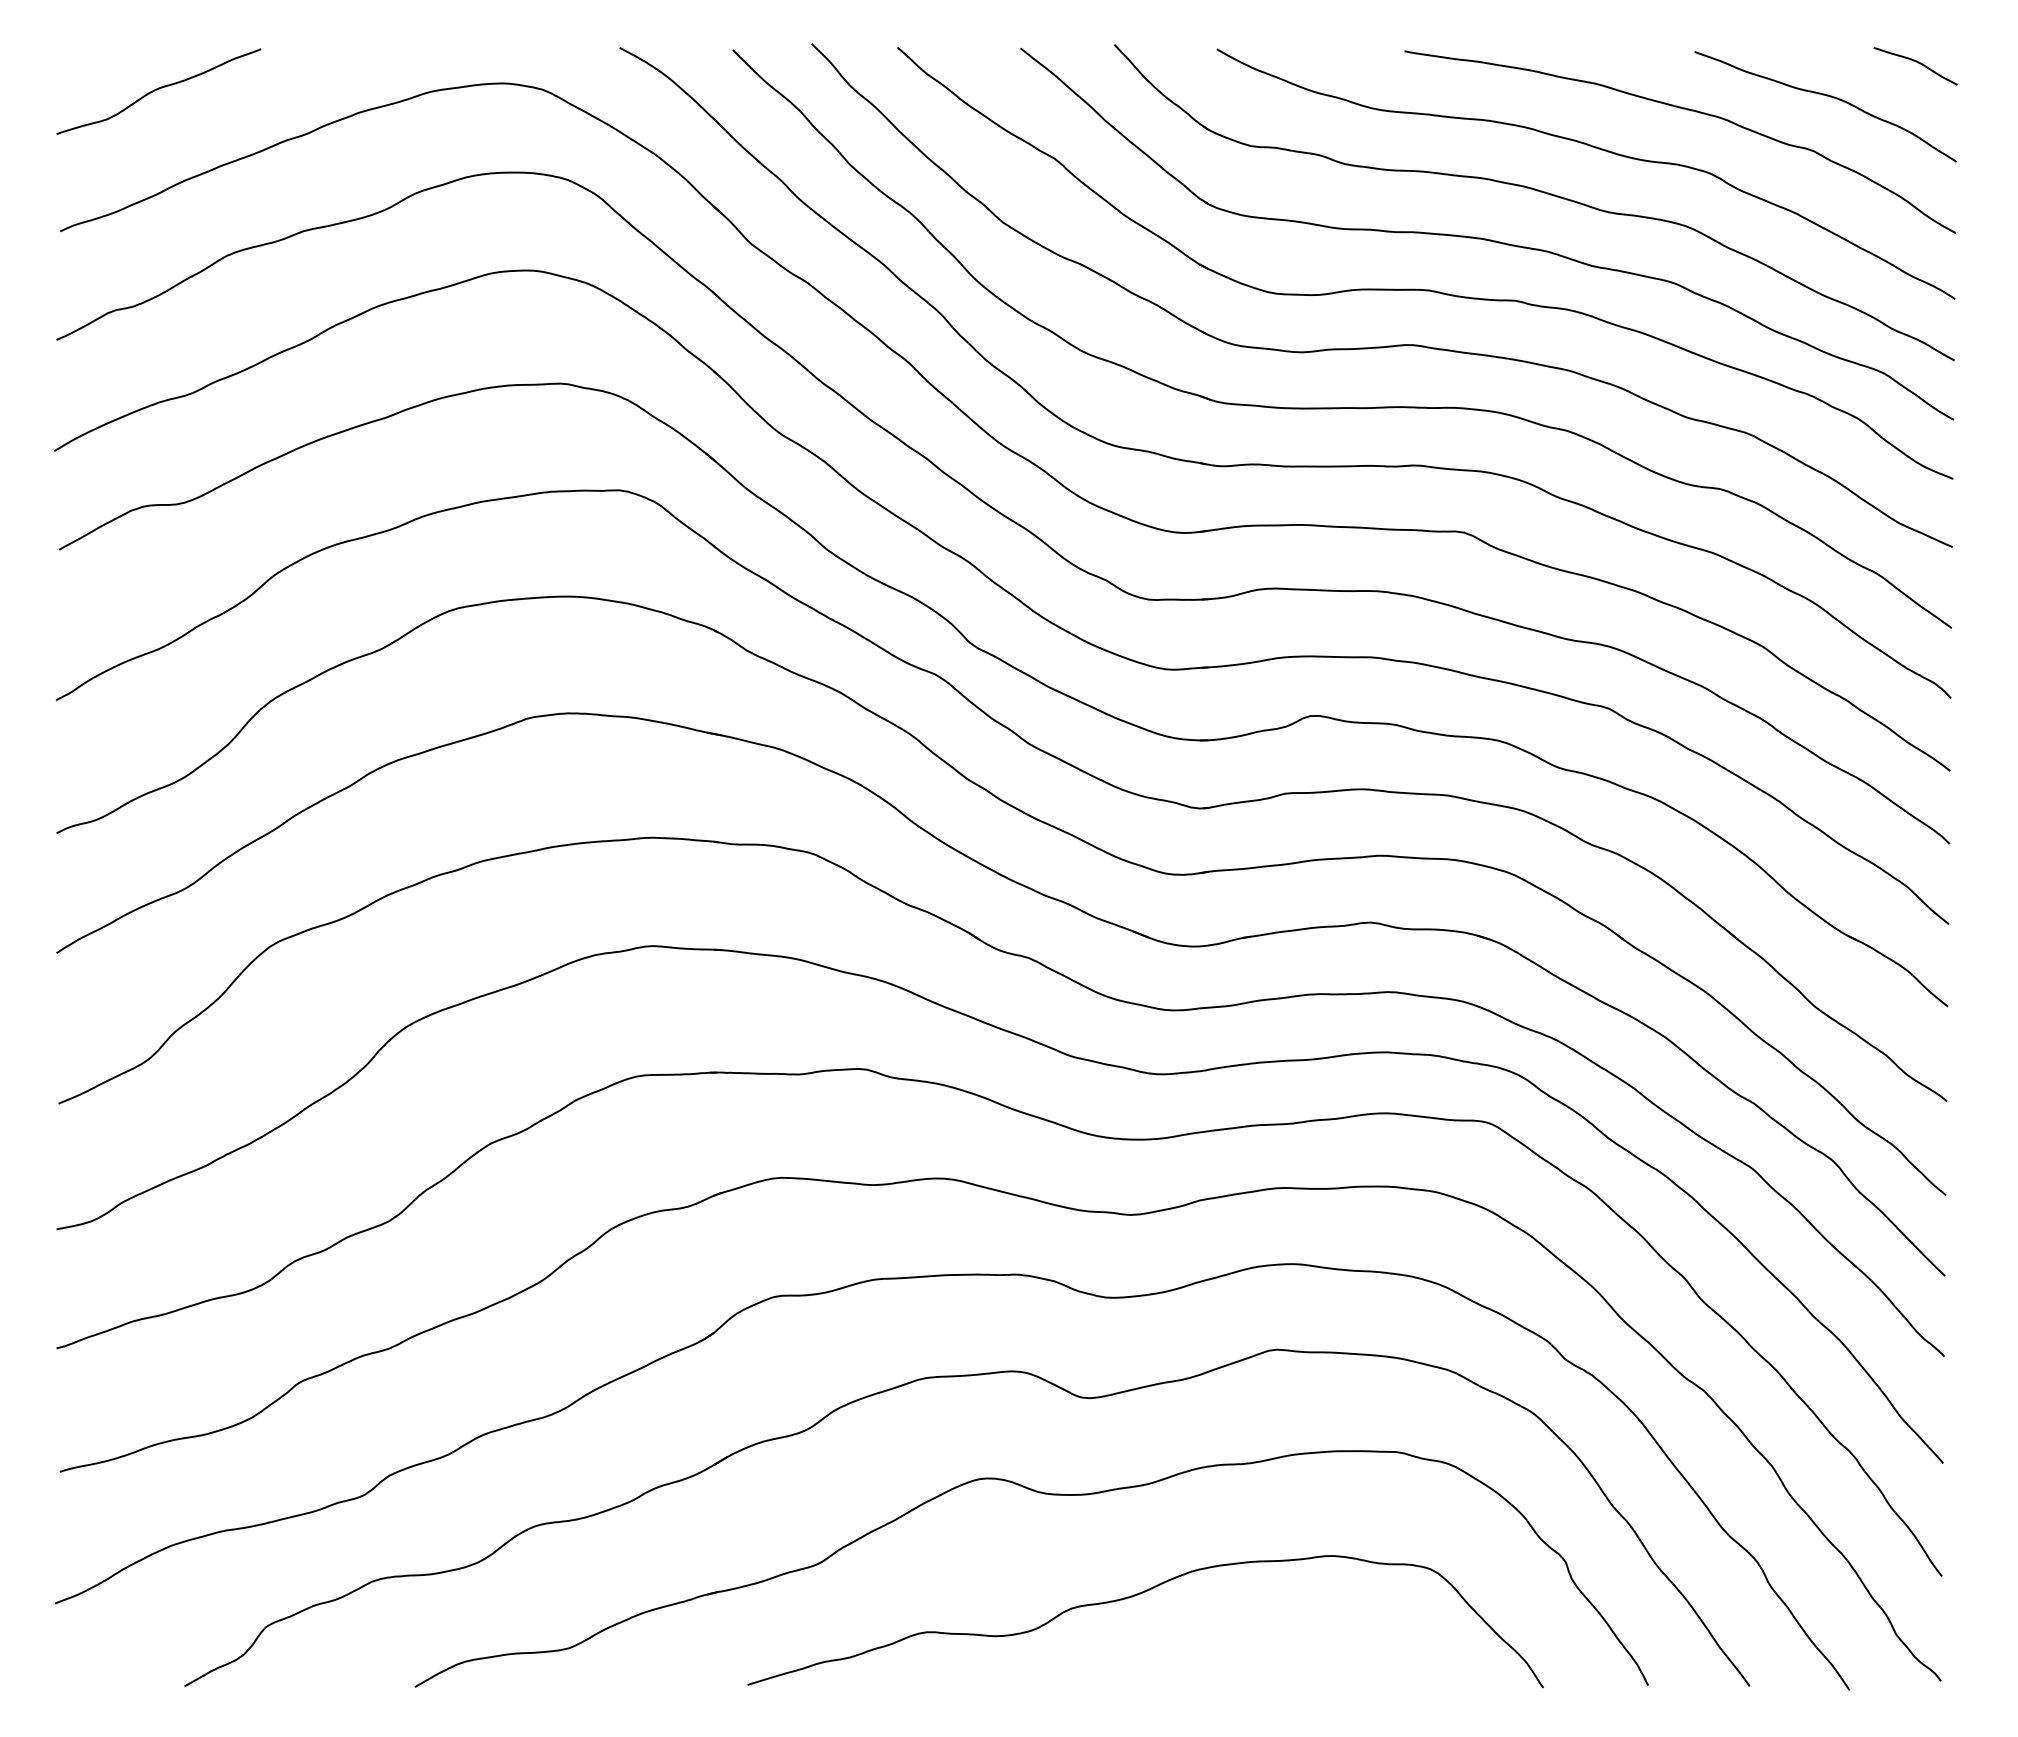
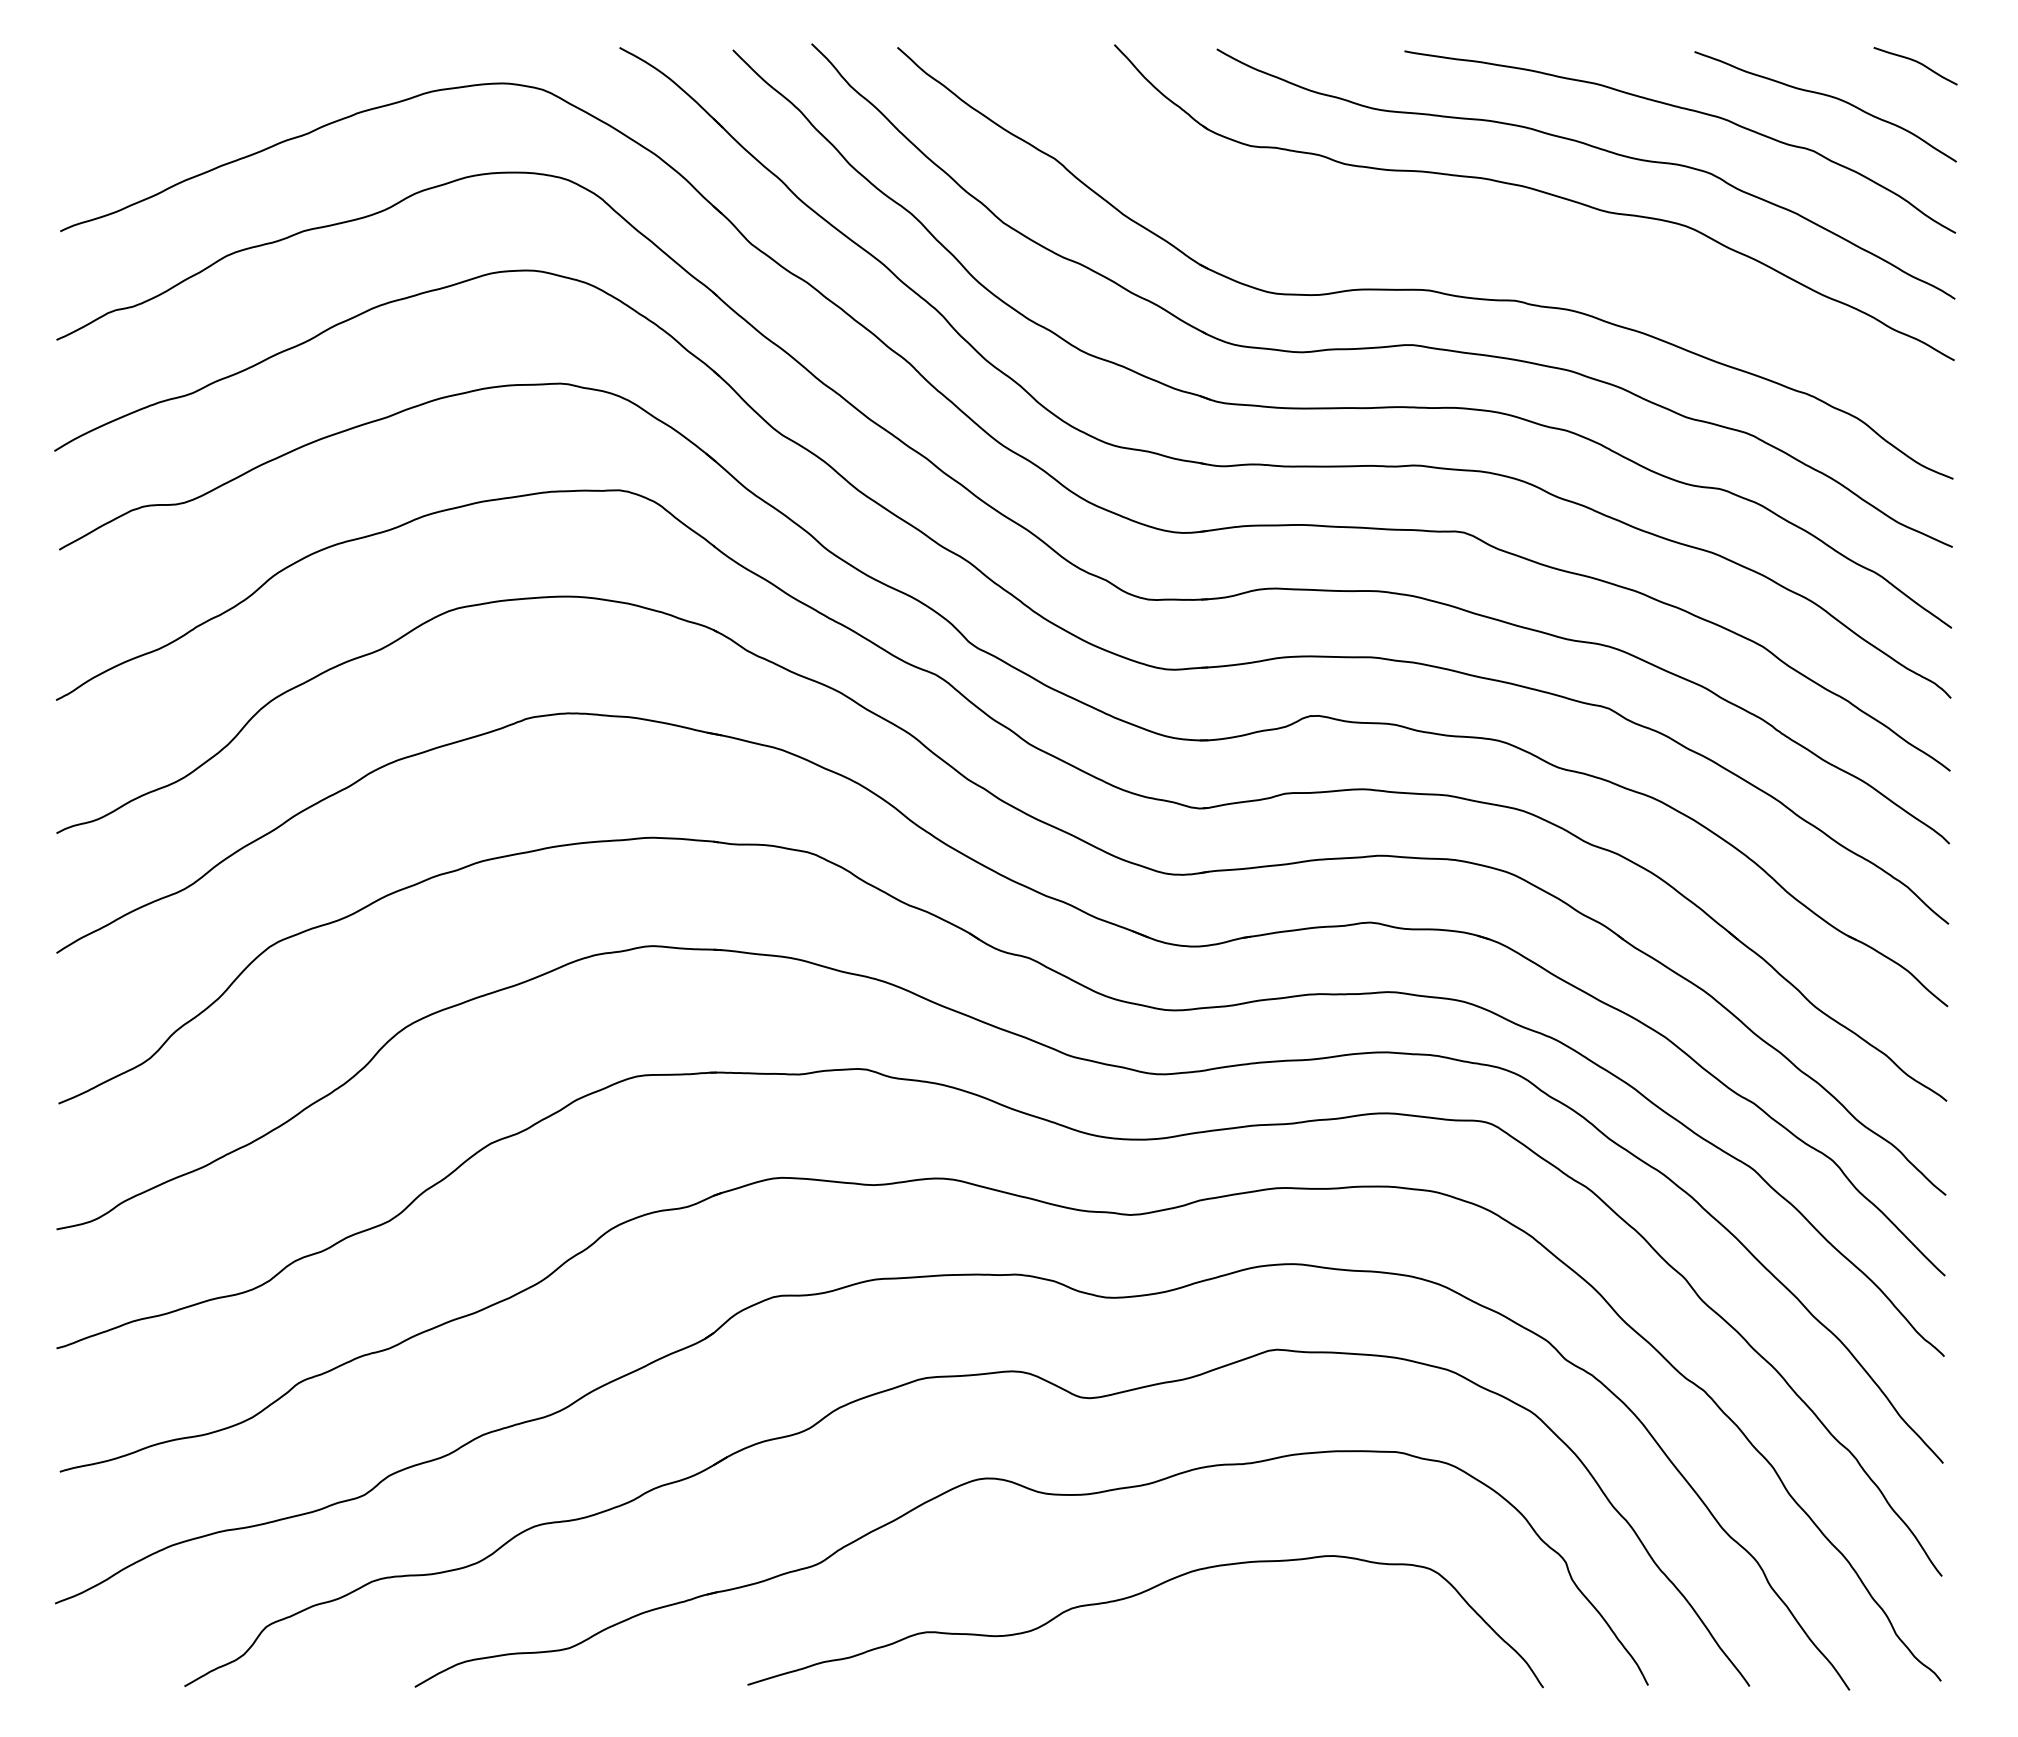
curve at (157, 90): present -> none
part at (1487, 233): present -> none
